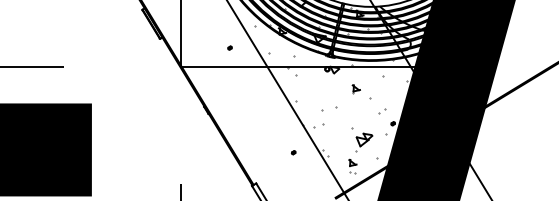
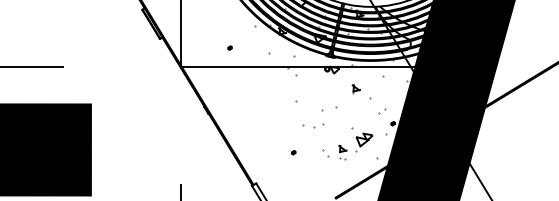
line at (287, 99): present -> none
part at (352, 166) position: (352, 166) -> (342, 152)
